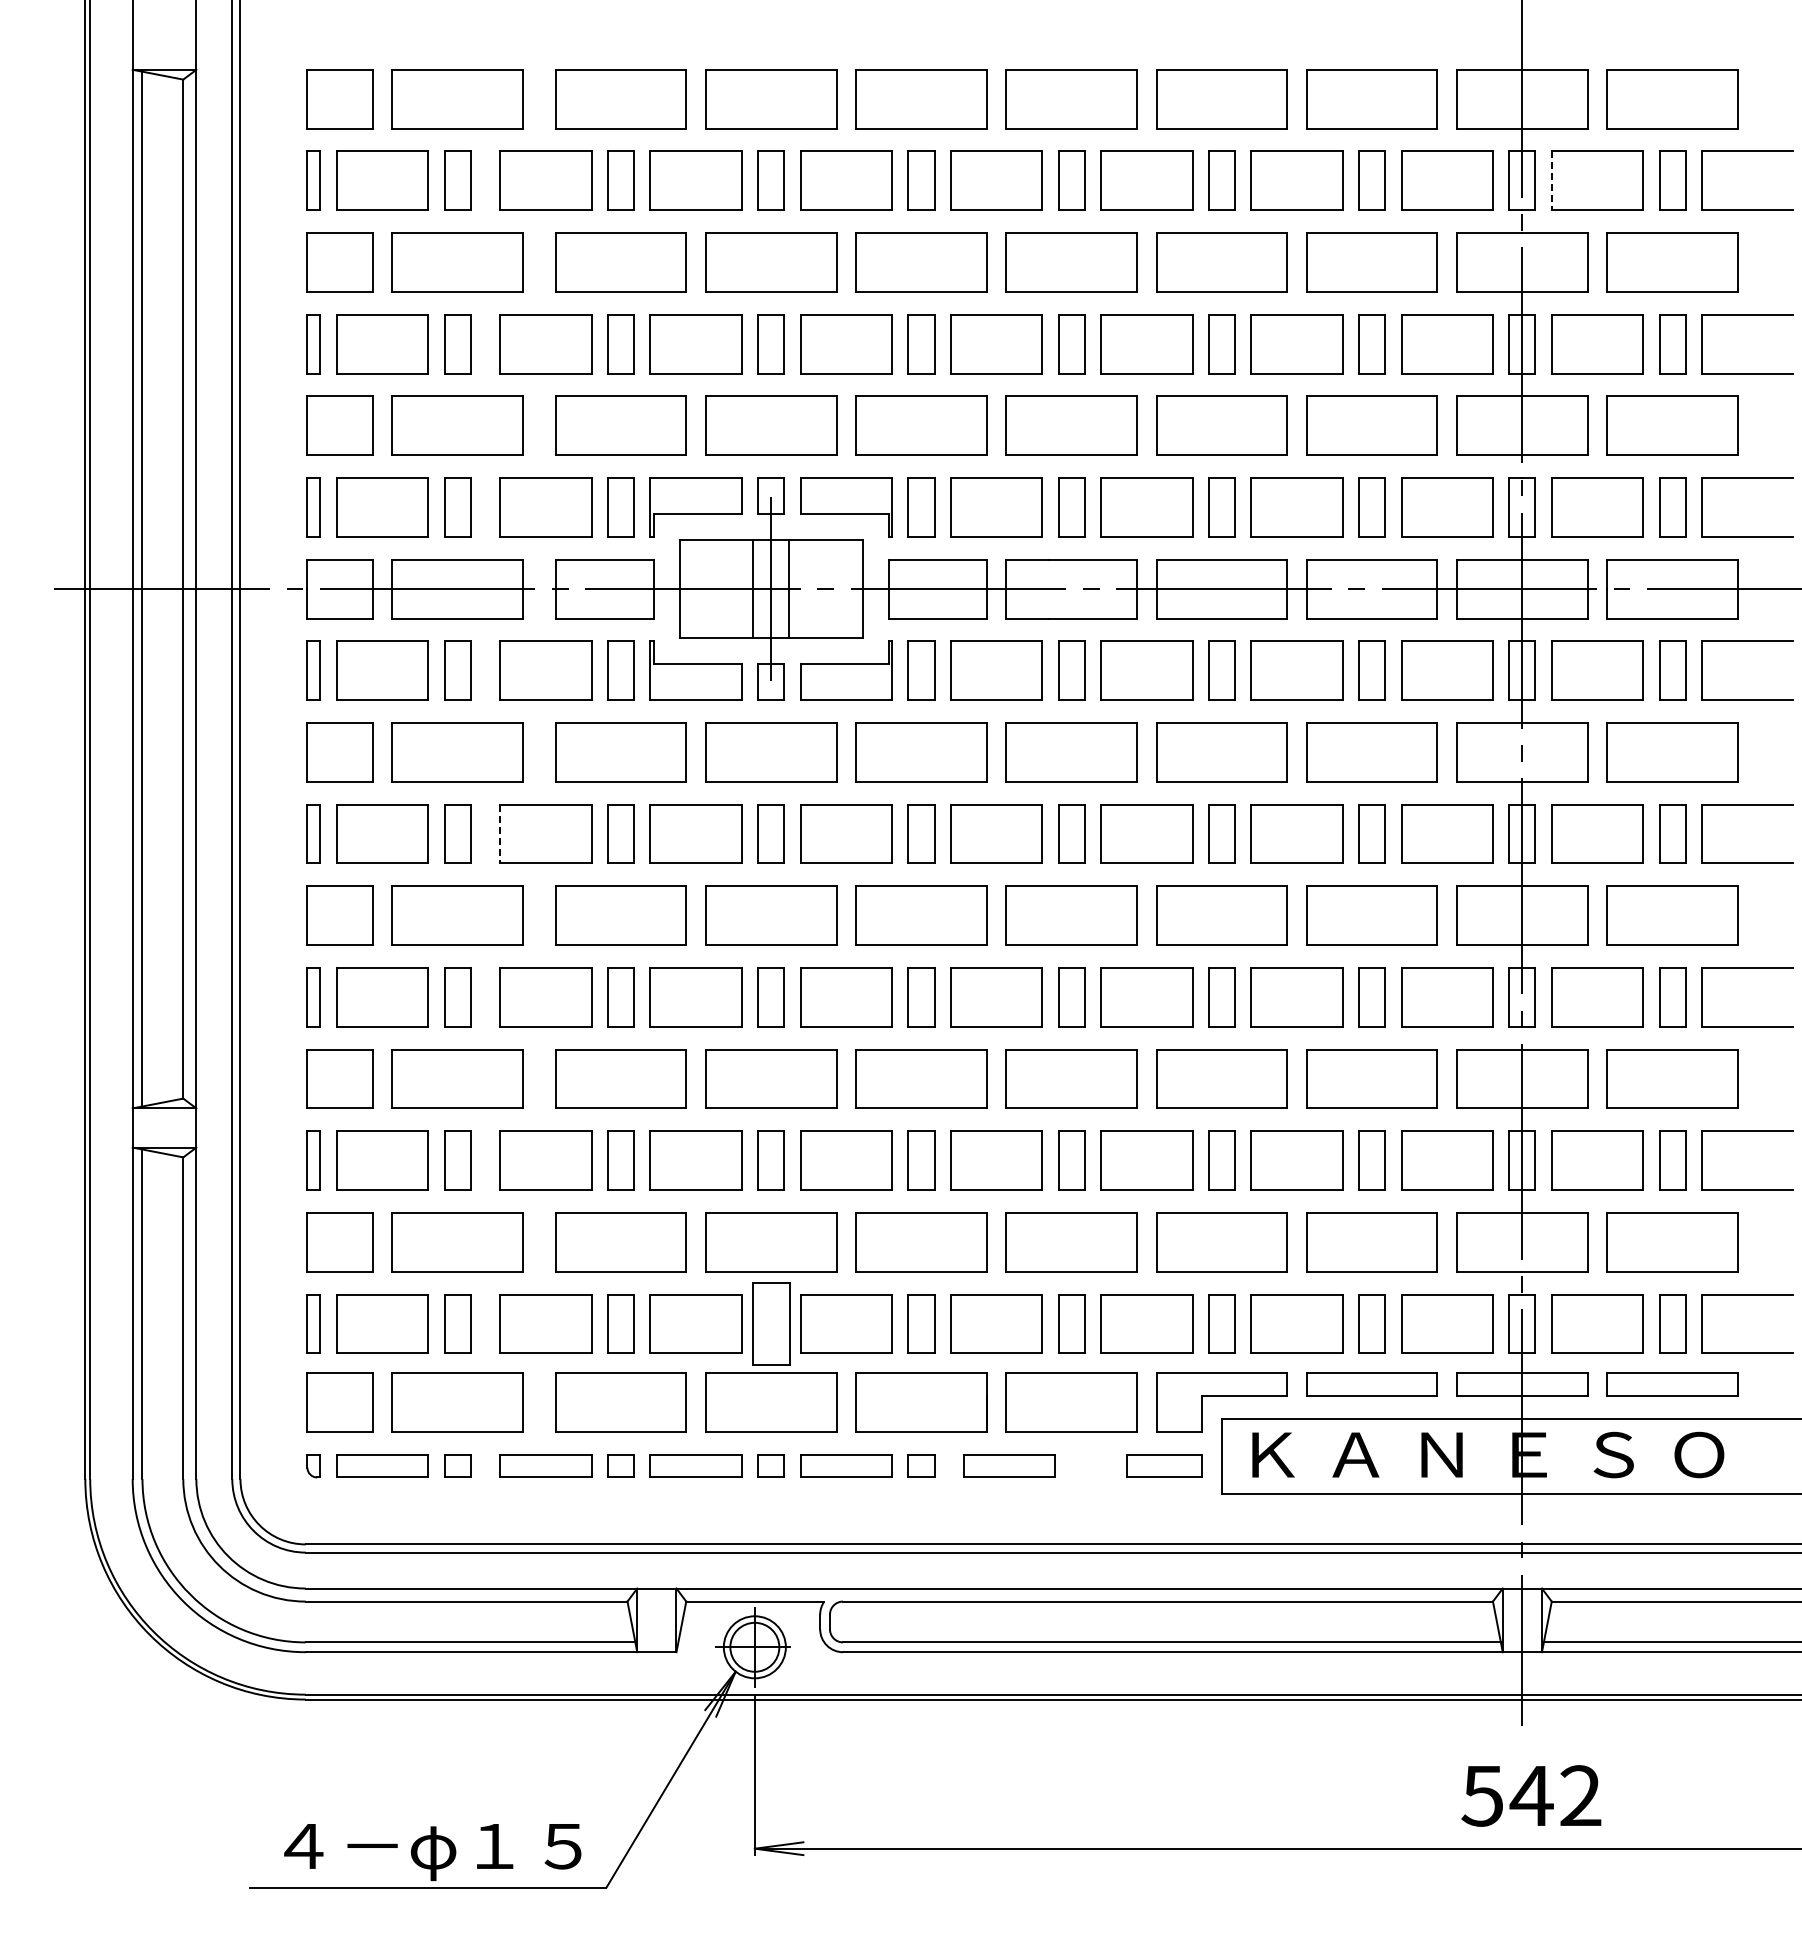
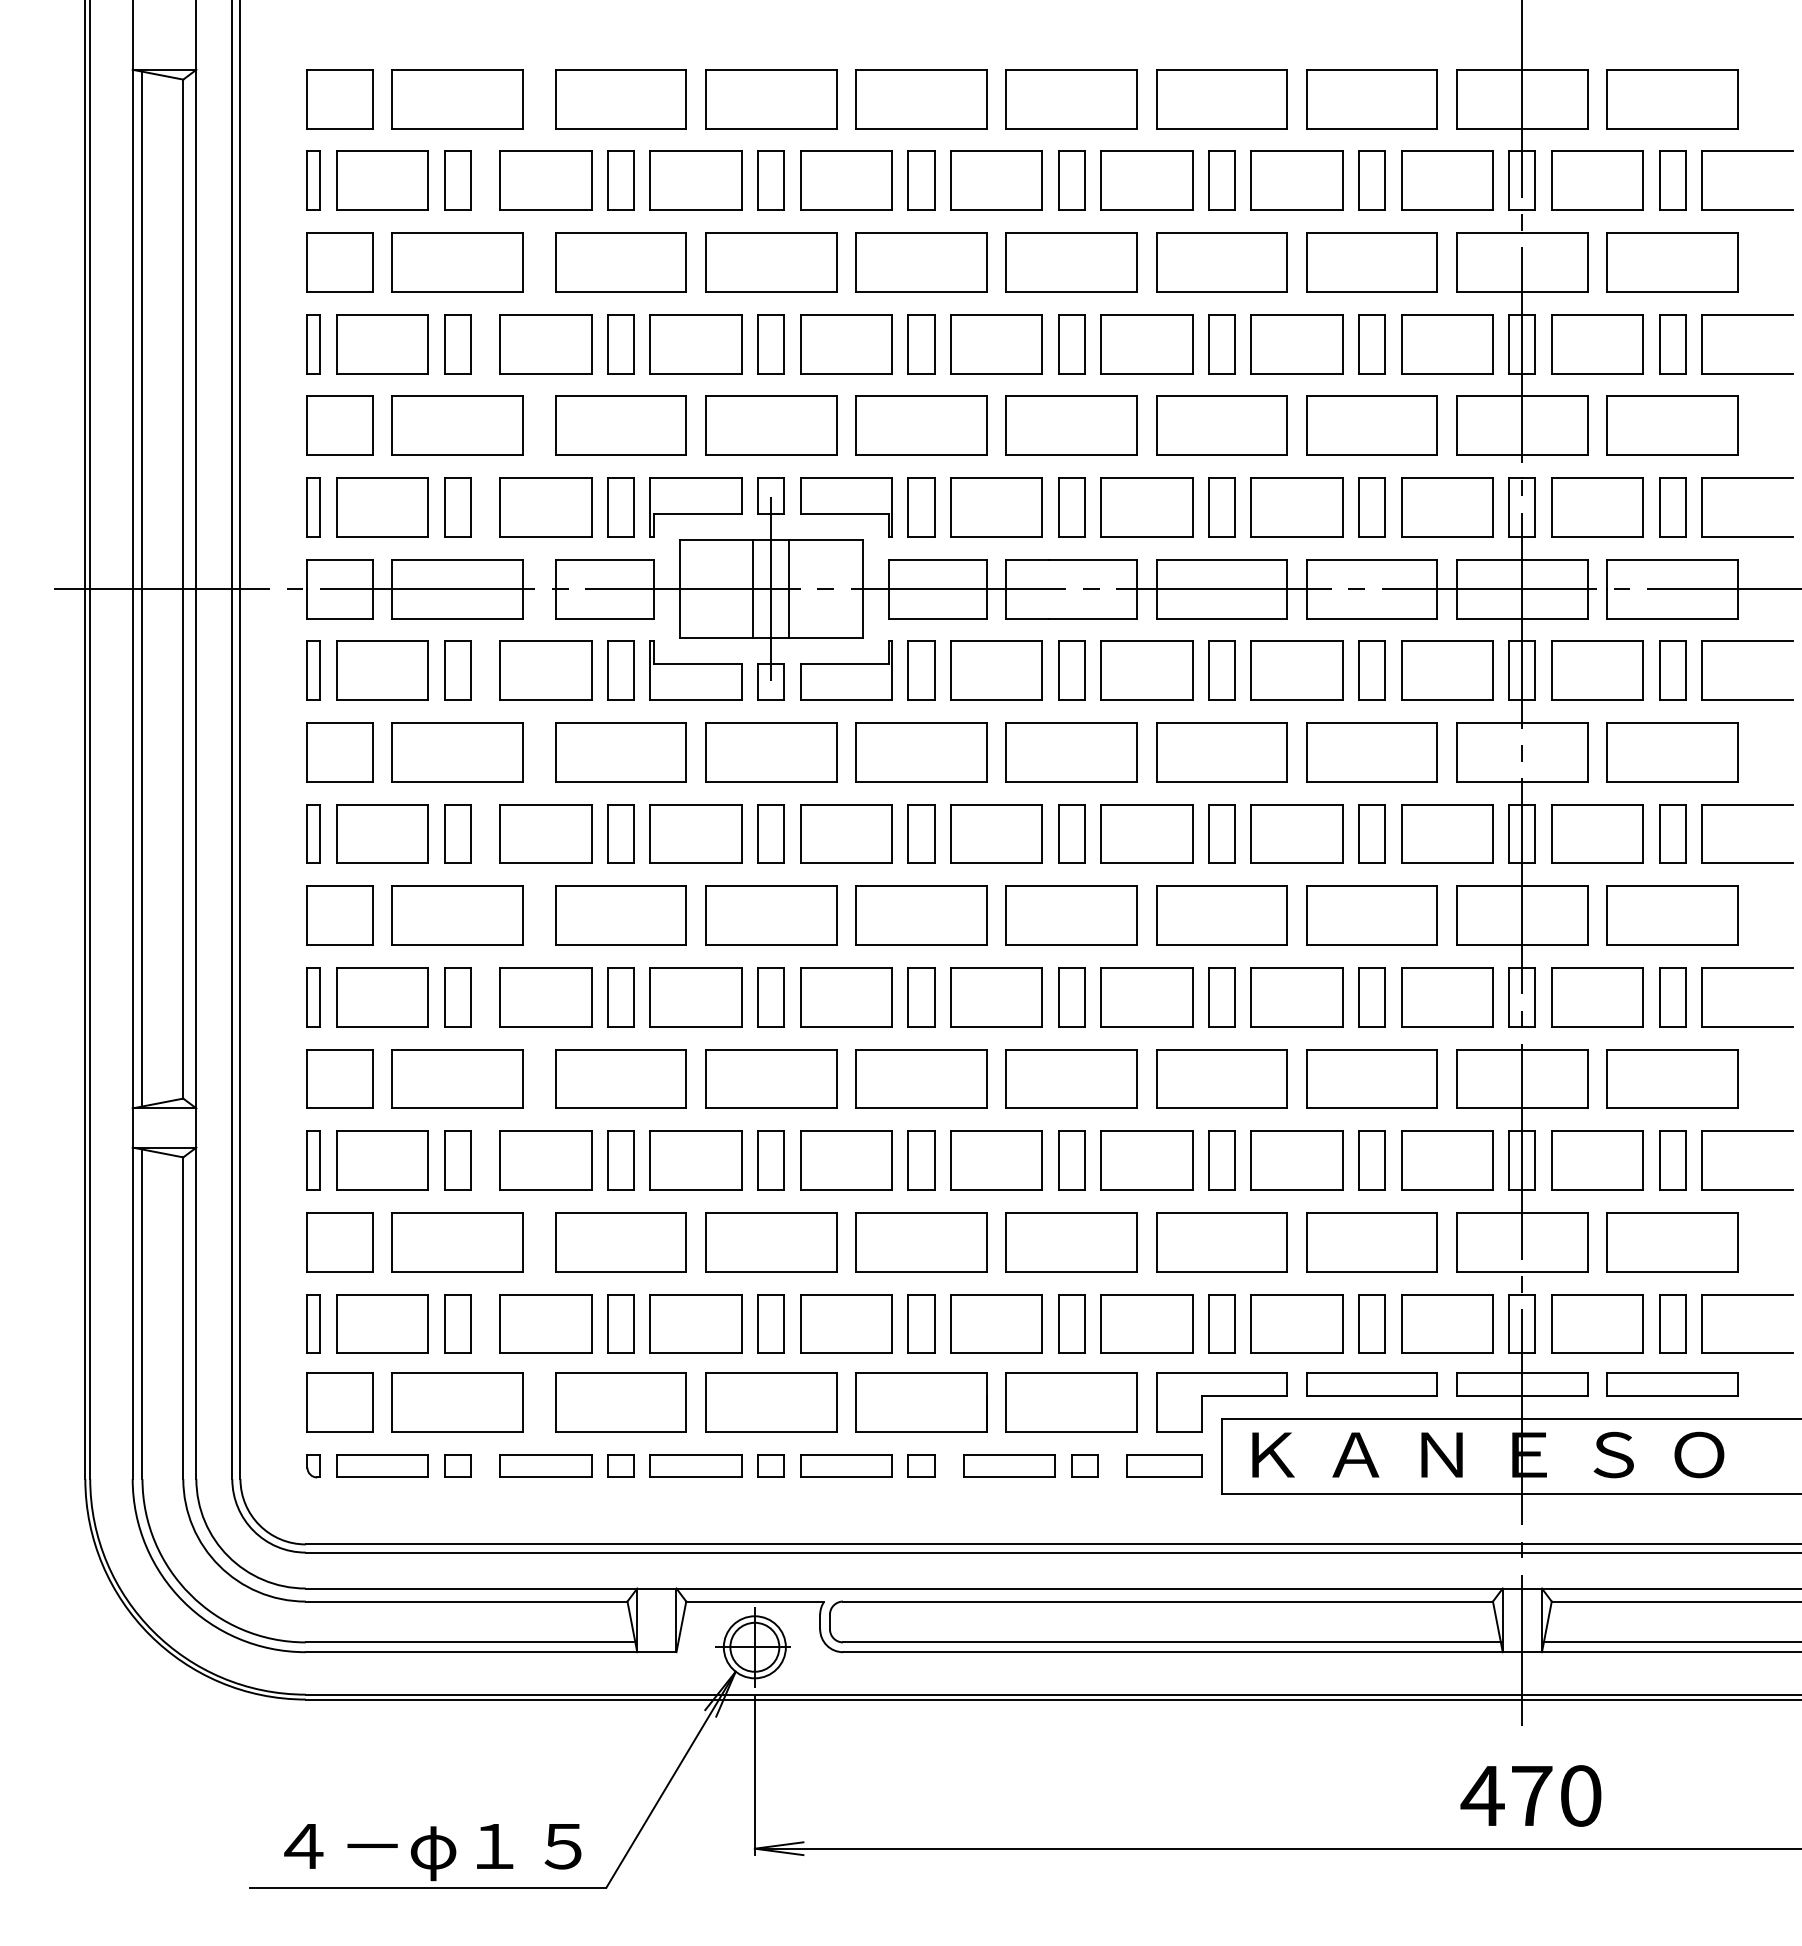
line at (1551, 181): dashed -> solid
line at (500, 834): dashed -> solid
part at (771, 1323) size: 39x84 px -> 28x60 px
part at (1084, 1465): none -> present
text at (1530, 1795): 542 -> 470
